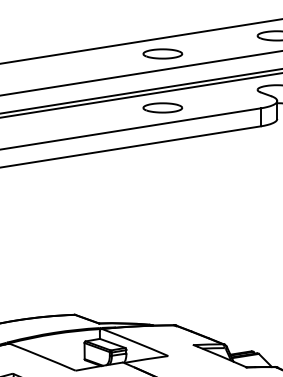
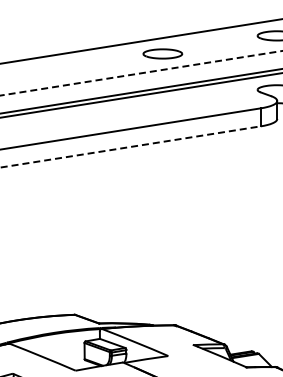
line at (141, 73): solid -> dashed
part at (162, 107): present -> none
line at (130, 146): solid -> dashed
